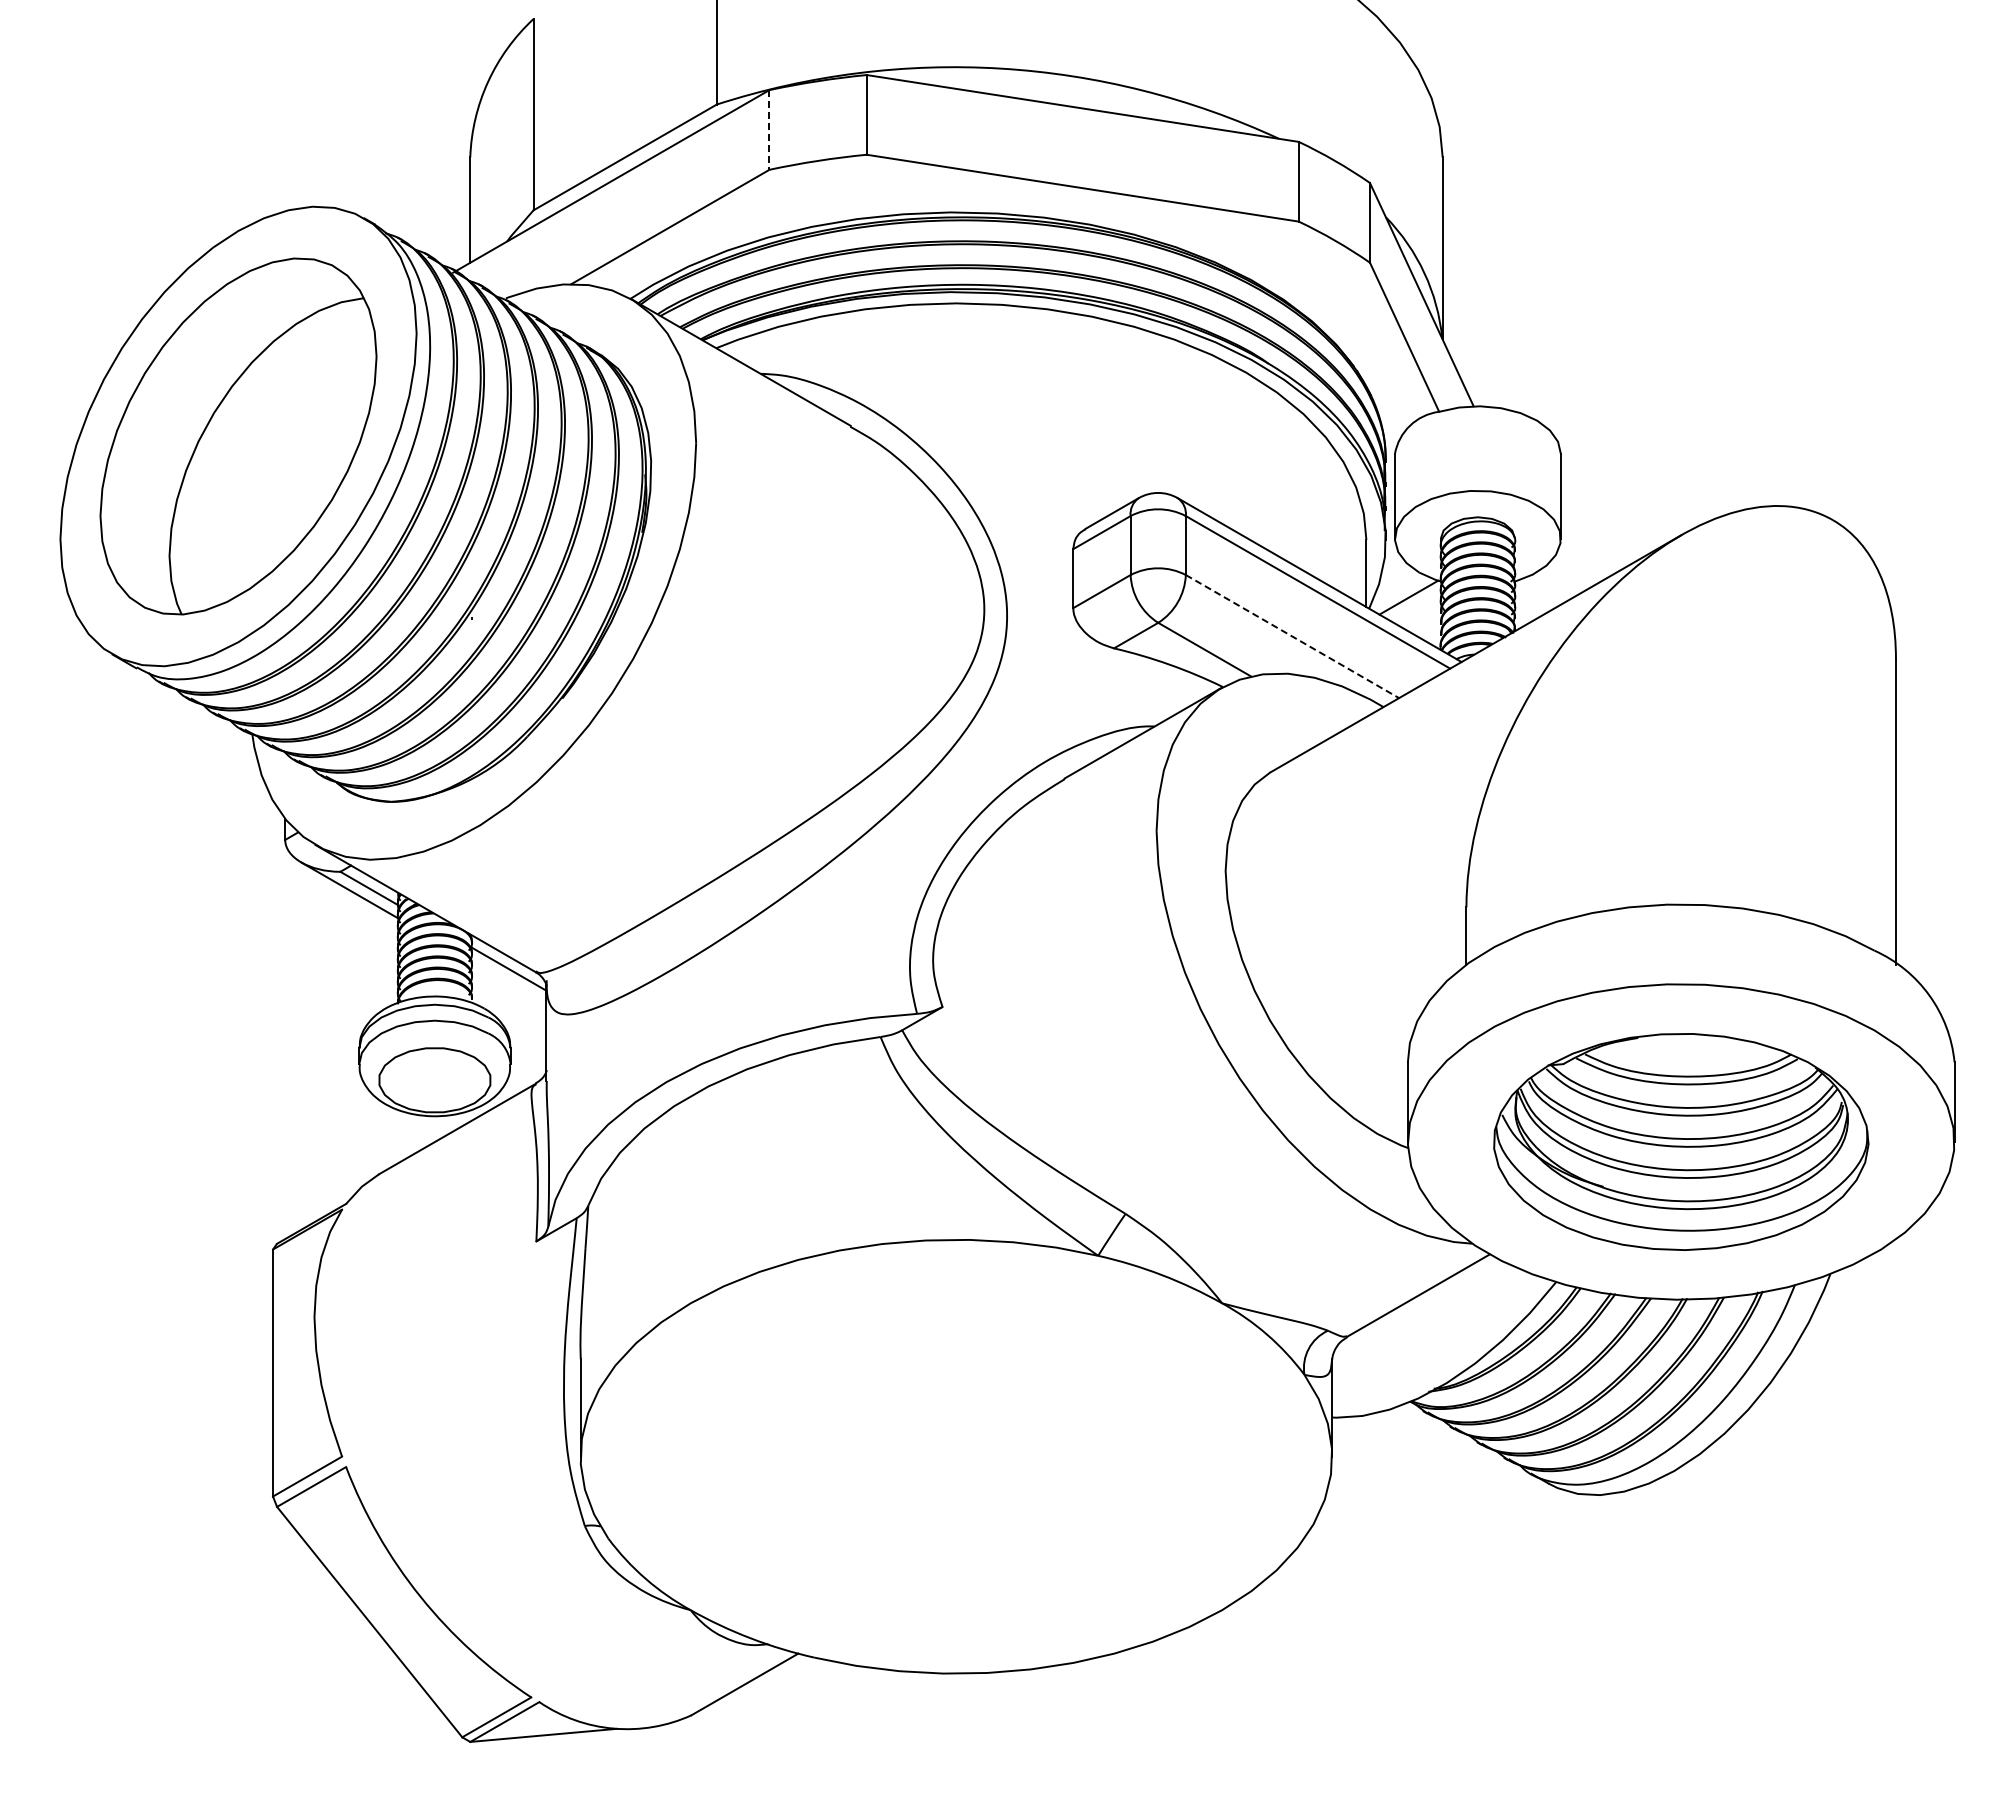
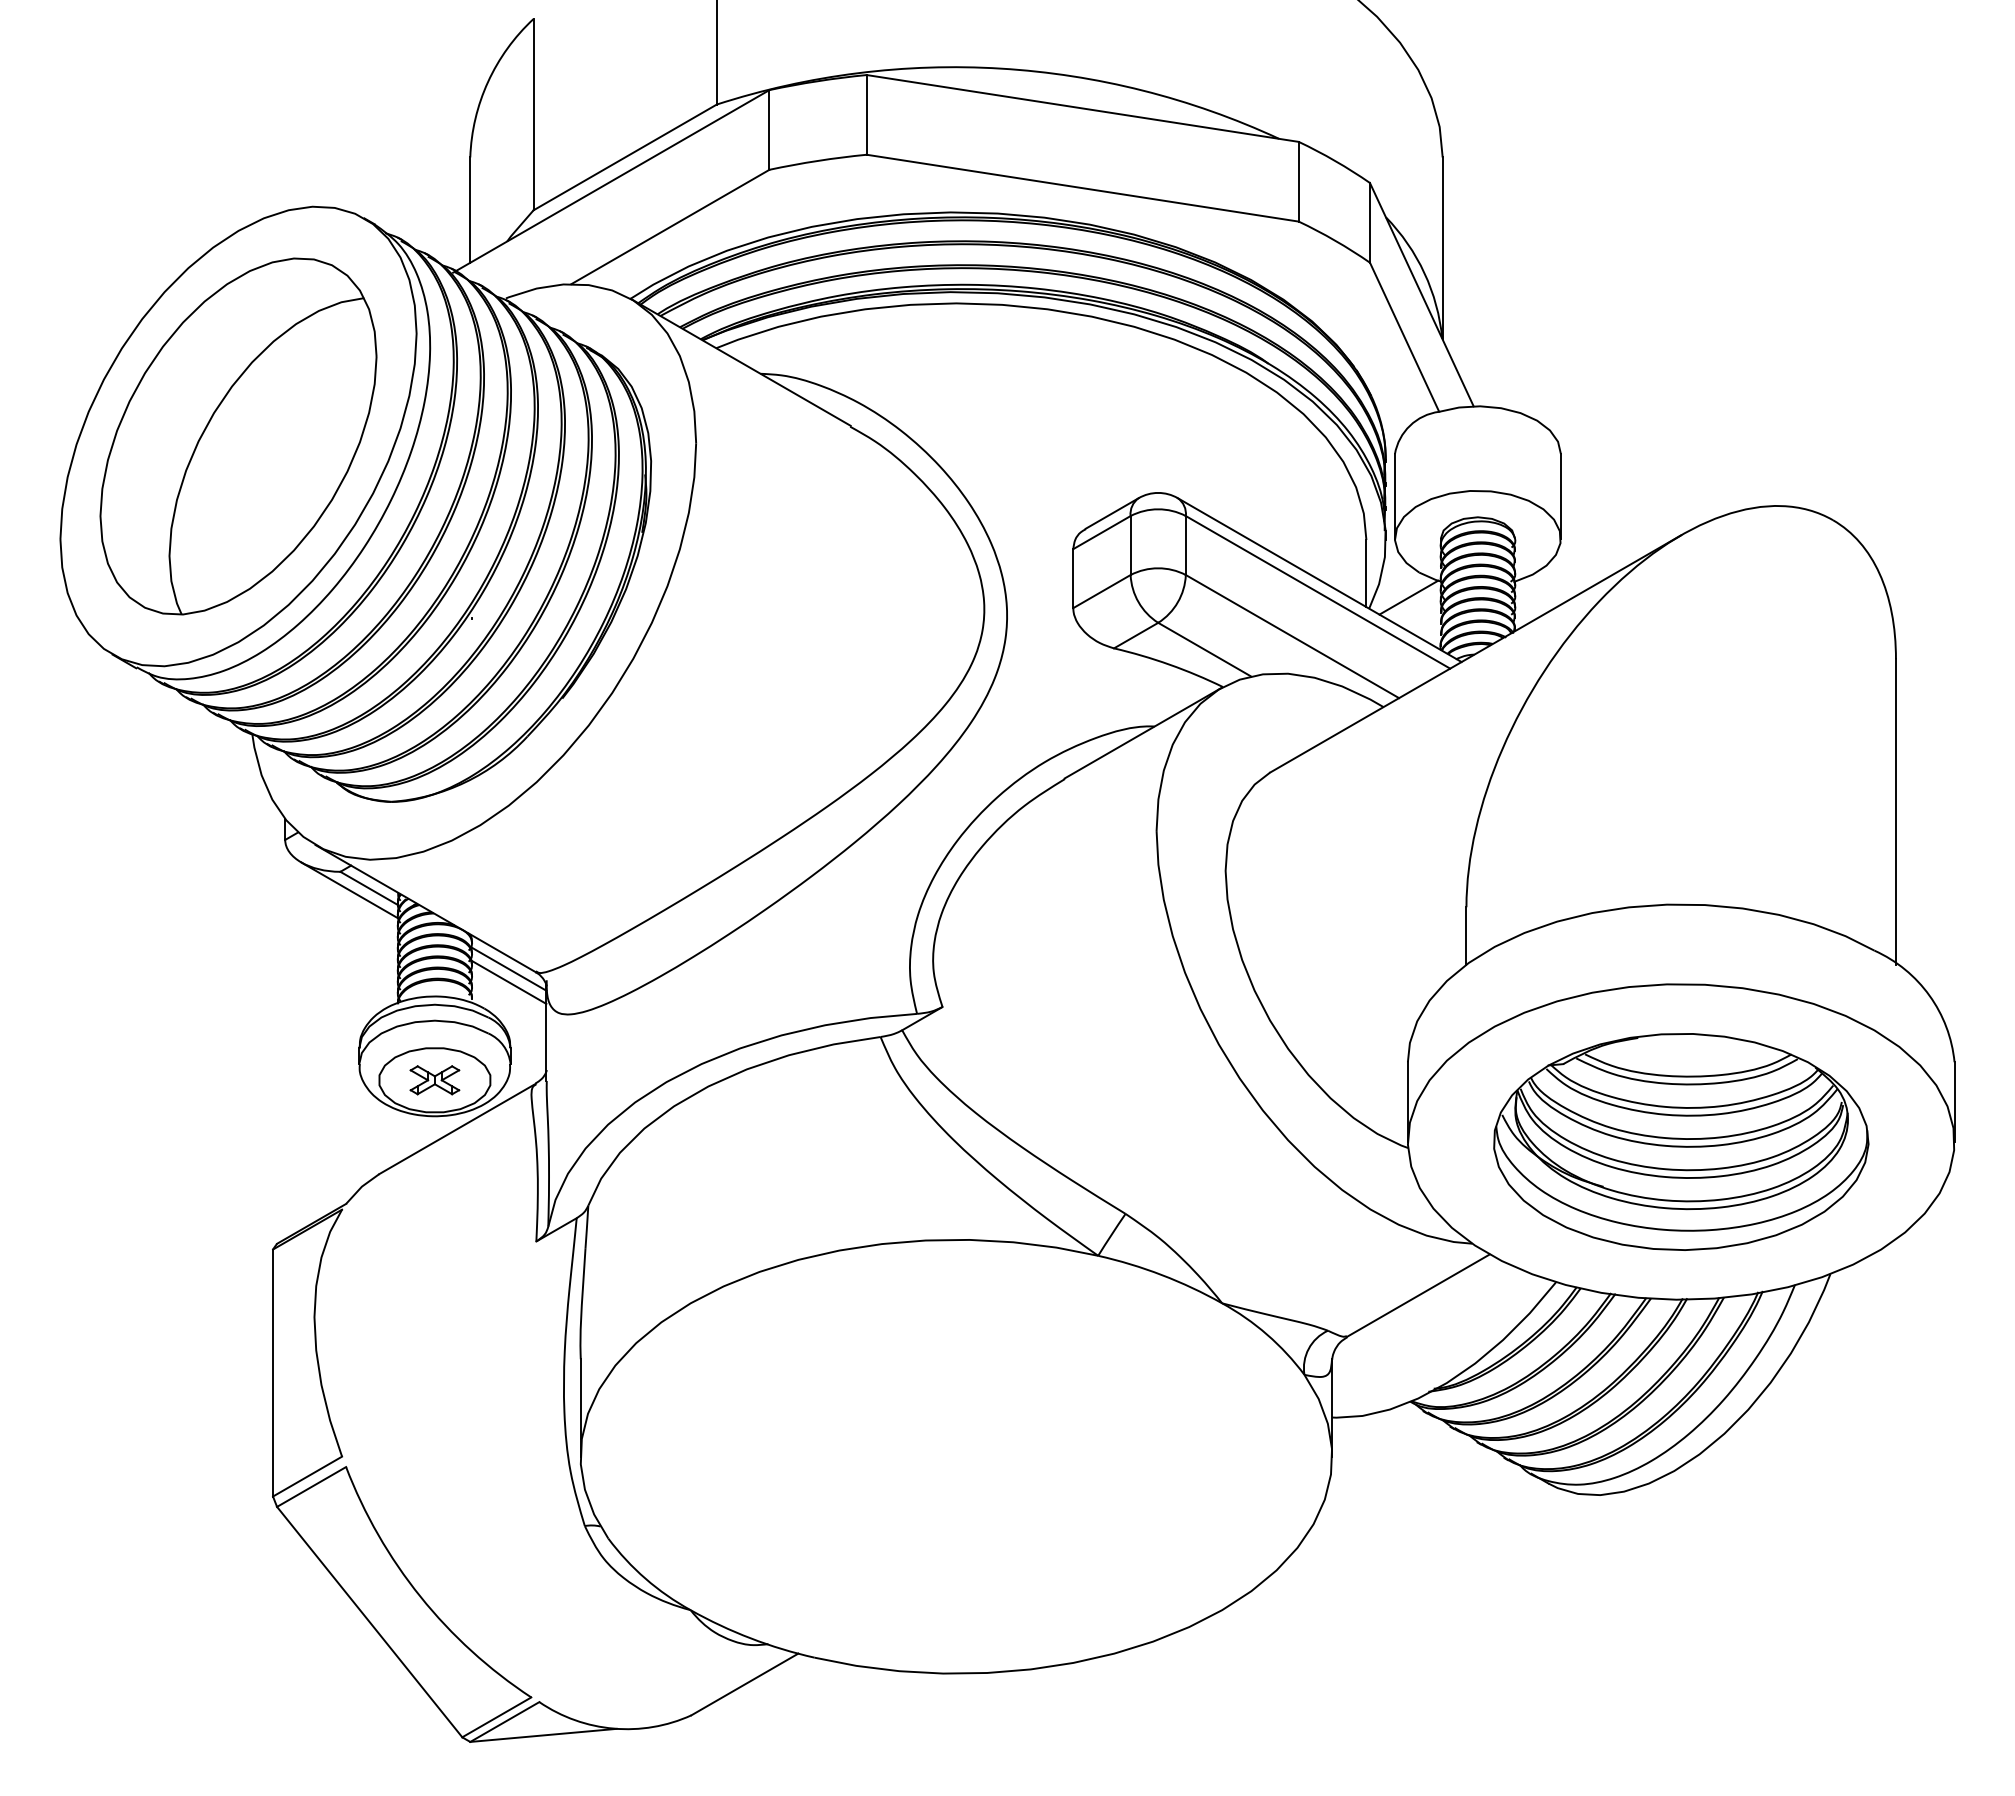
line at (769, 129): dashed -> solid
line at (1292, 636): dashed -> solid
line at (508, 981): none -> present
part at (434, 1080): none -> present
